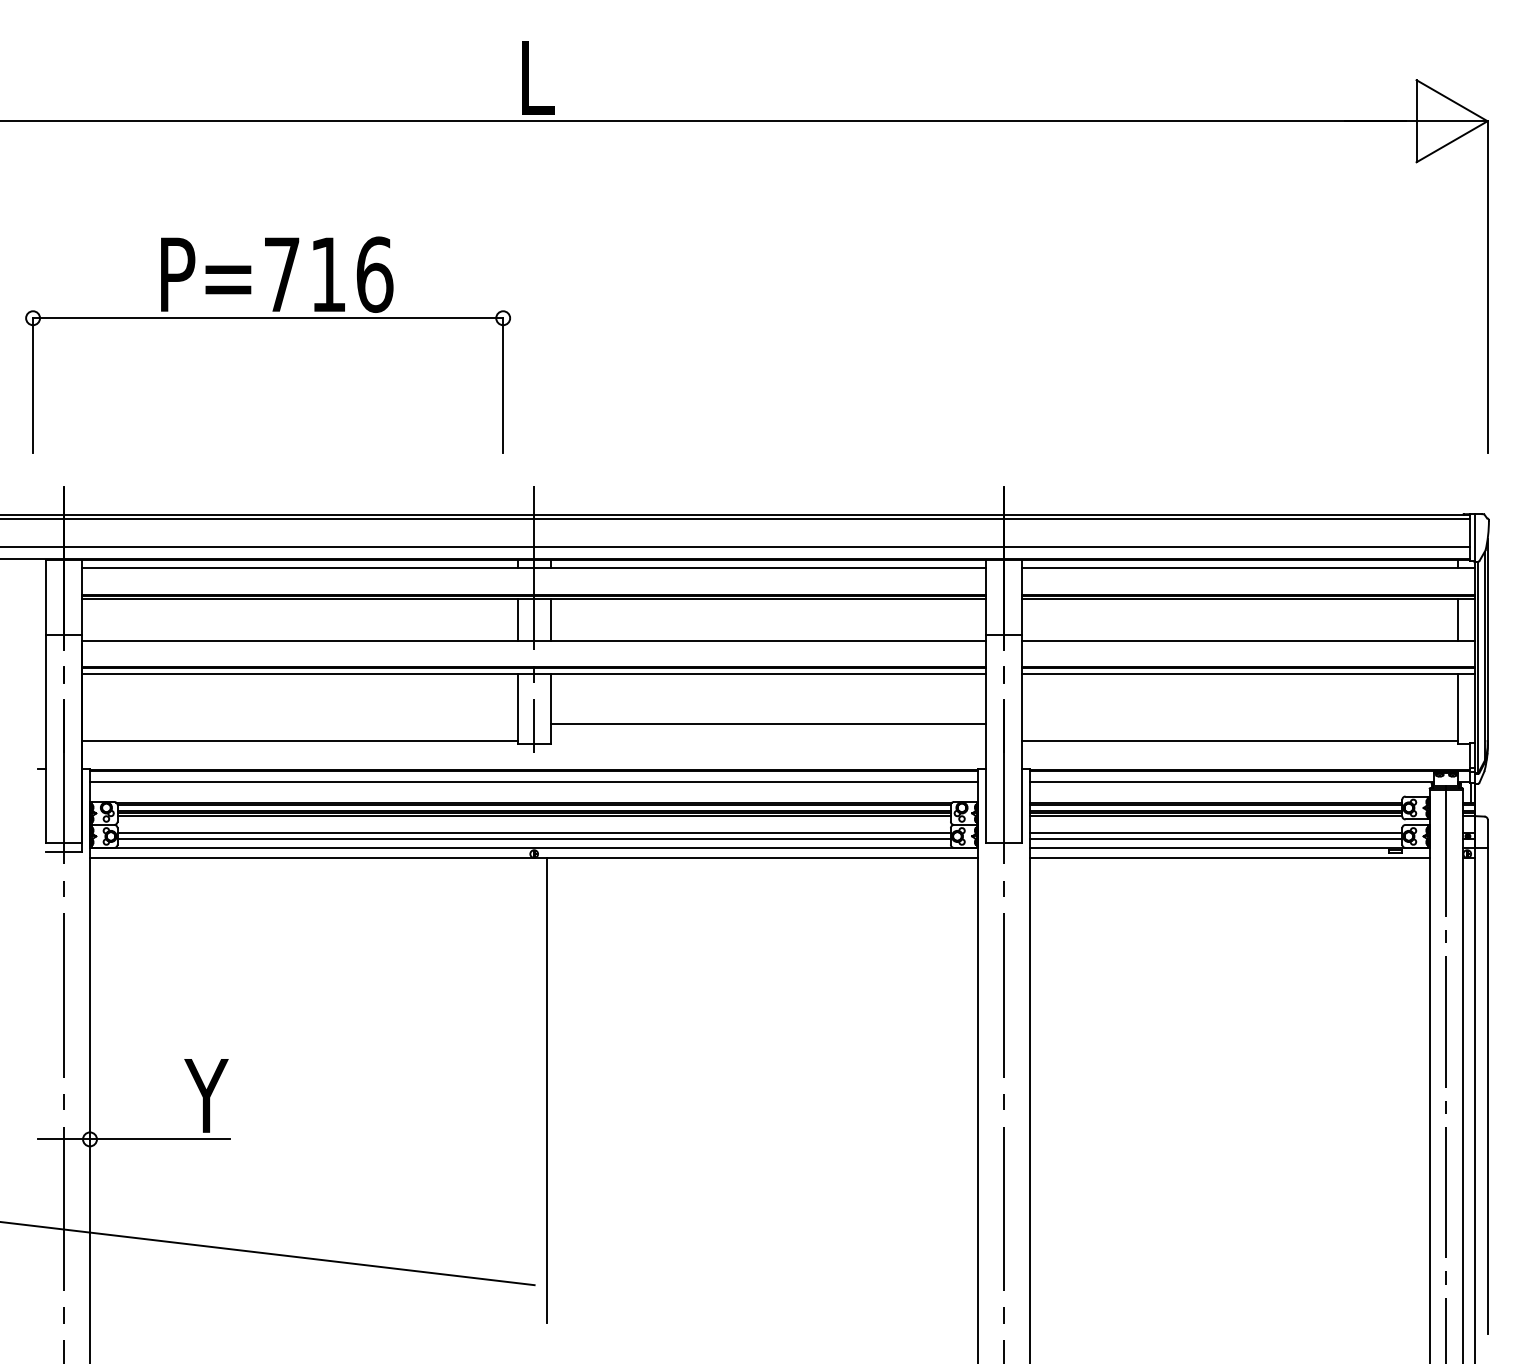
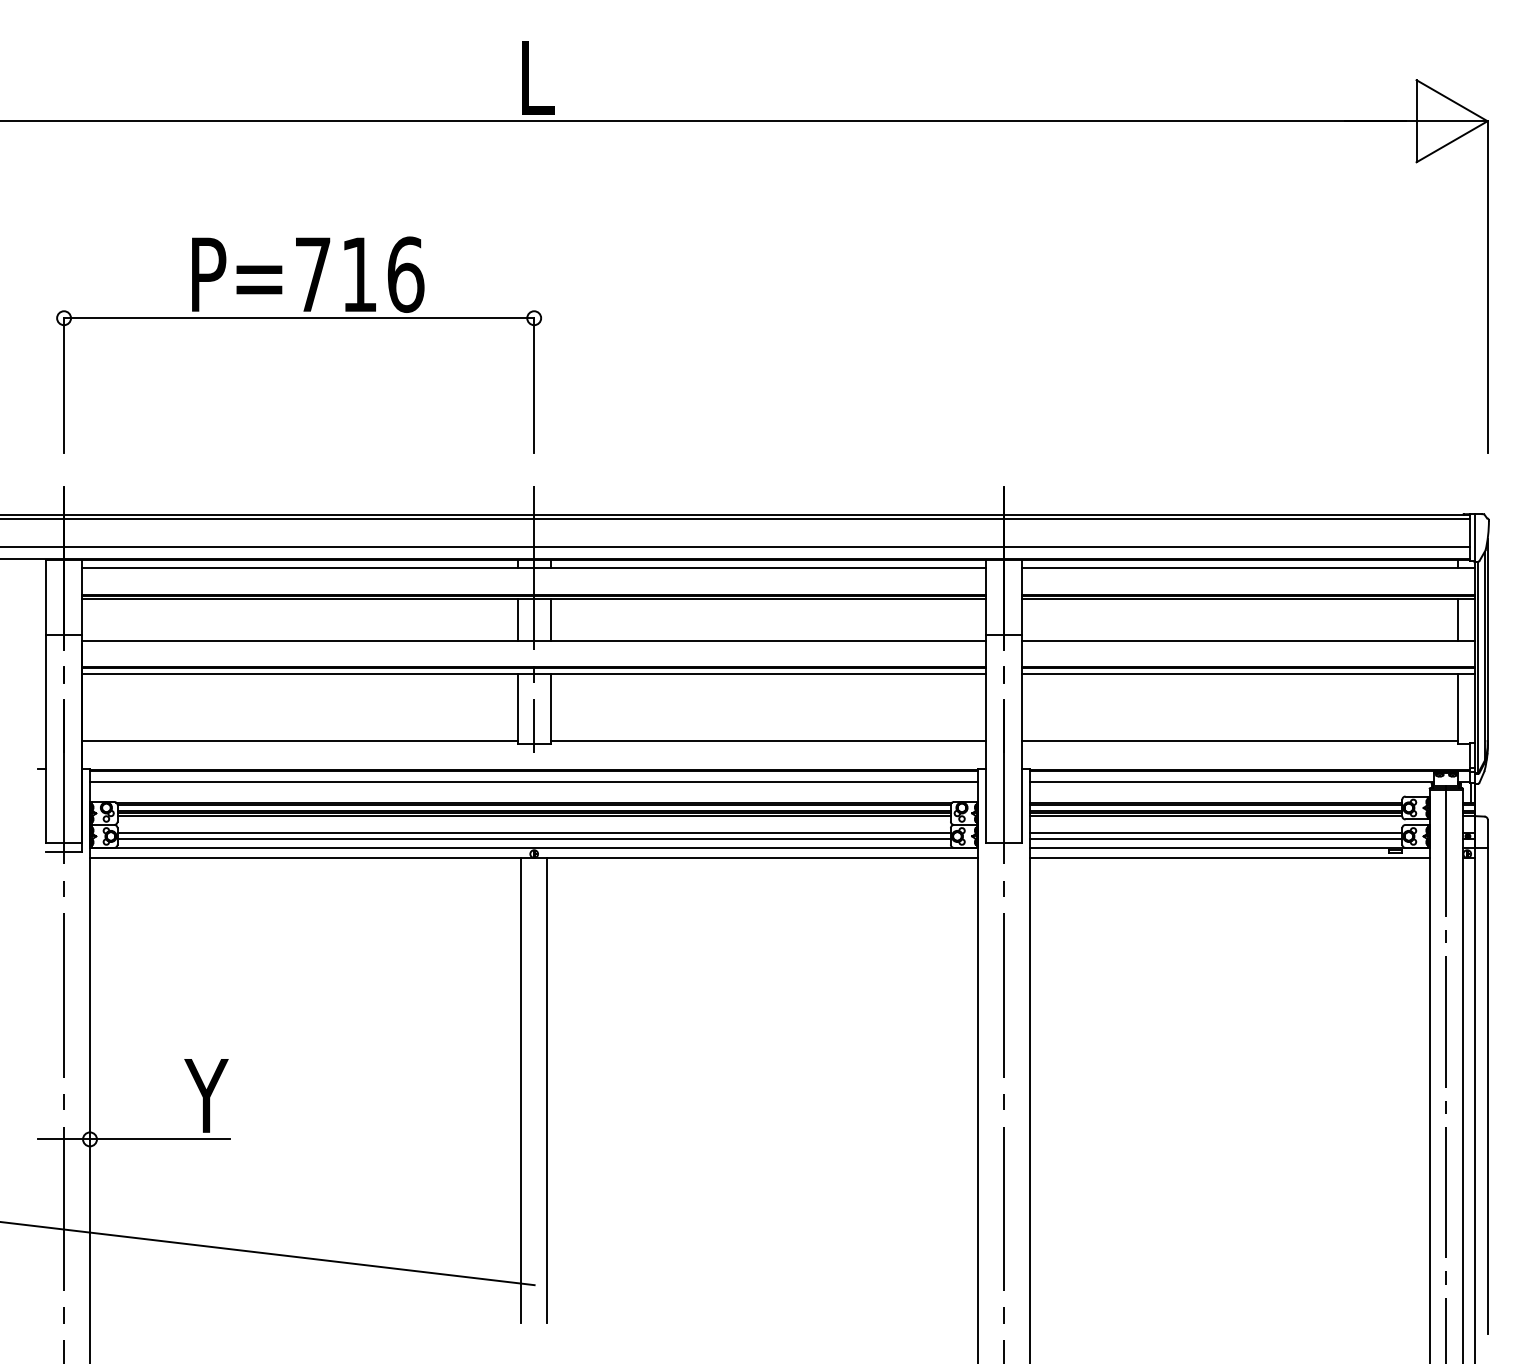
part at (267, 318) position: (267, 318) -> (298, 318)
line at (768, 723) position: (768, 723) -> (768, 740)
line at (521, 1090): none -> present
